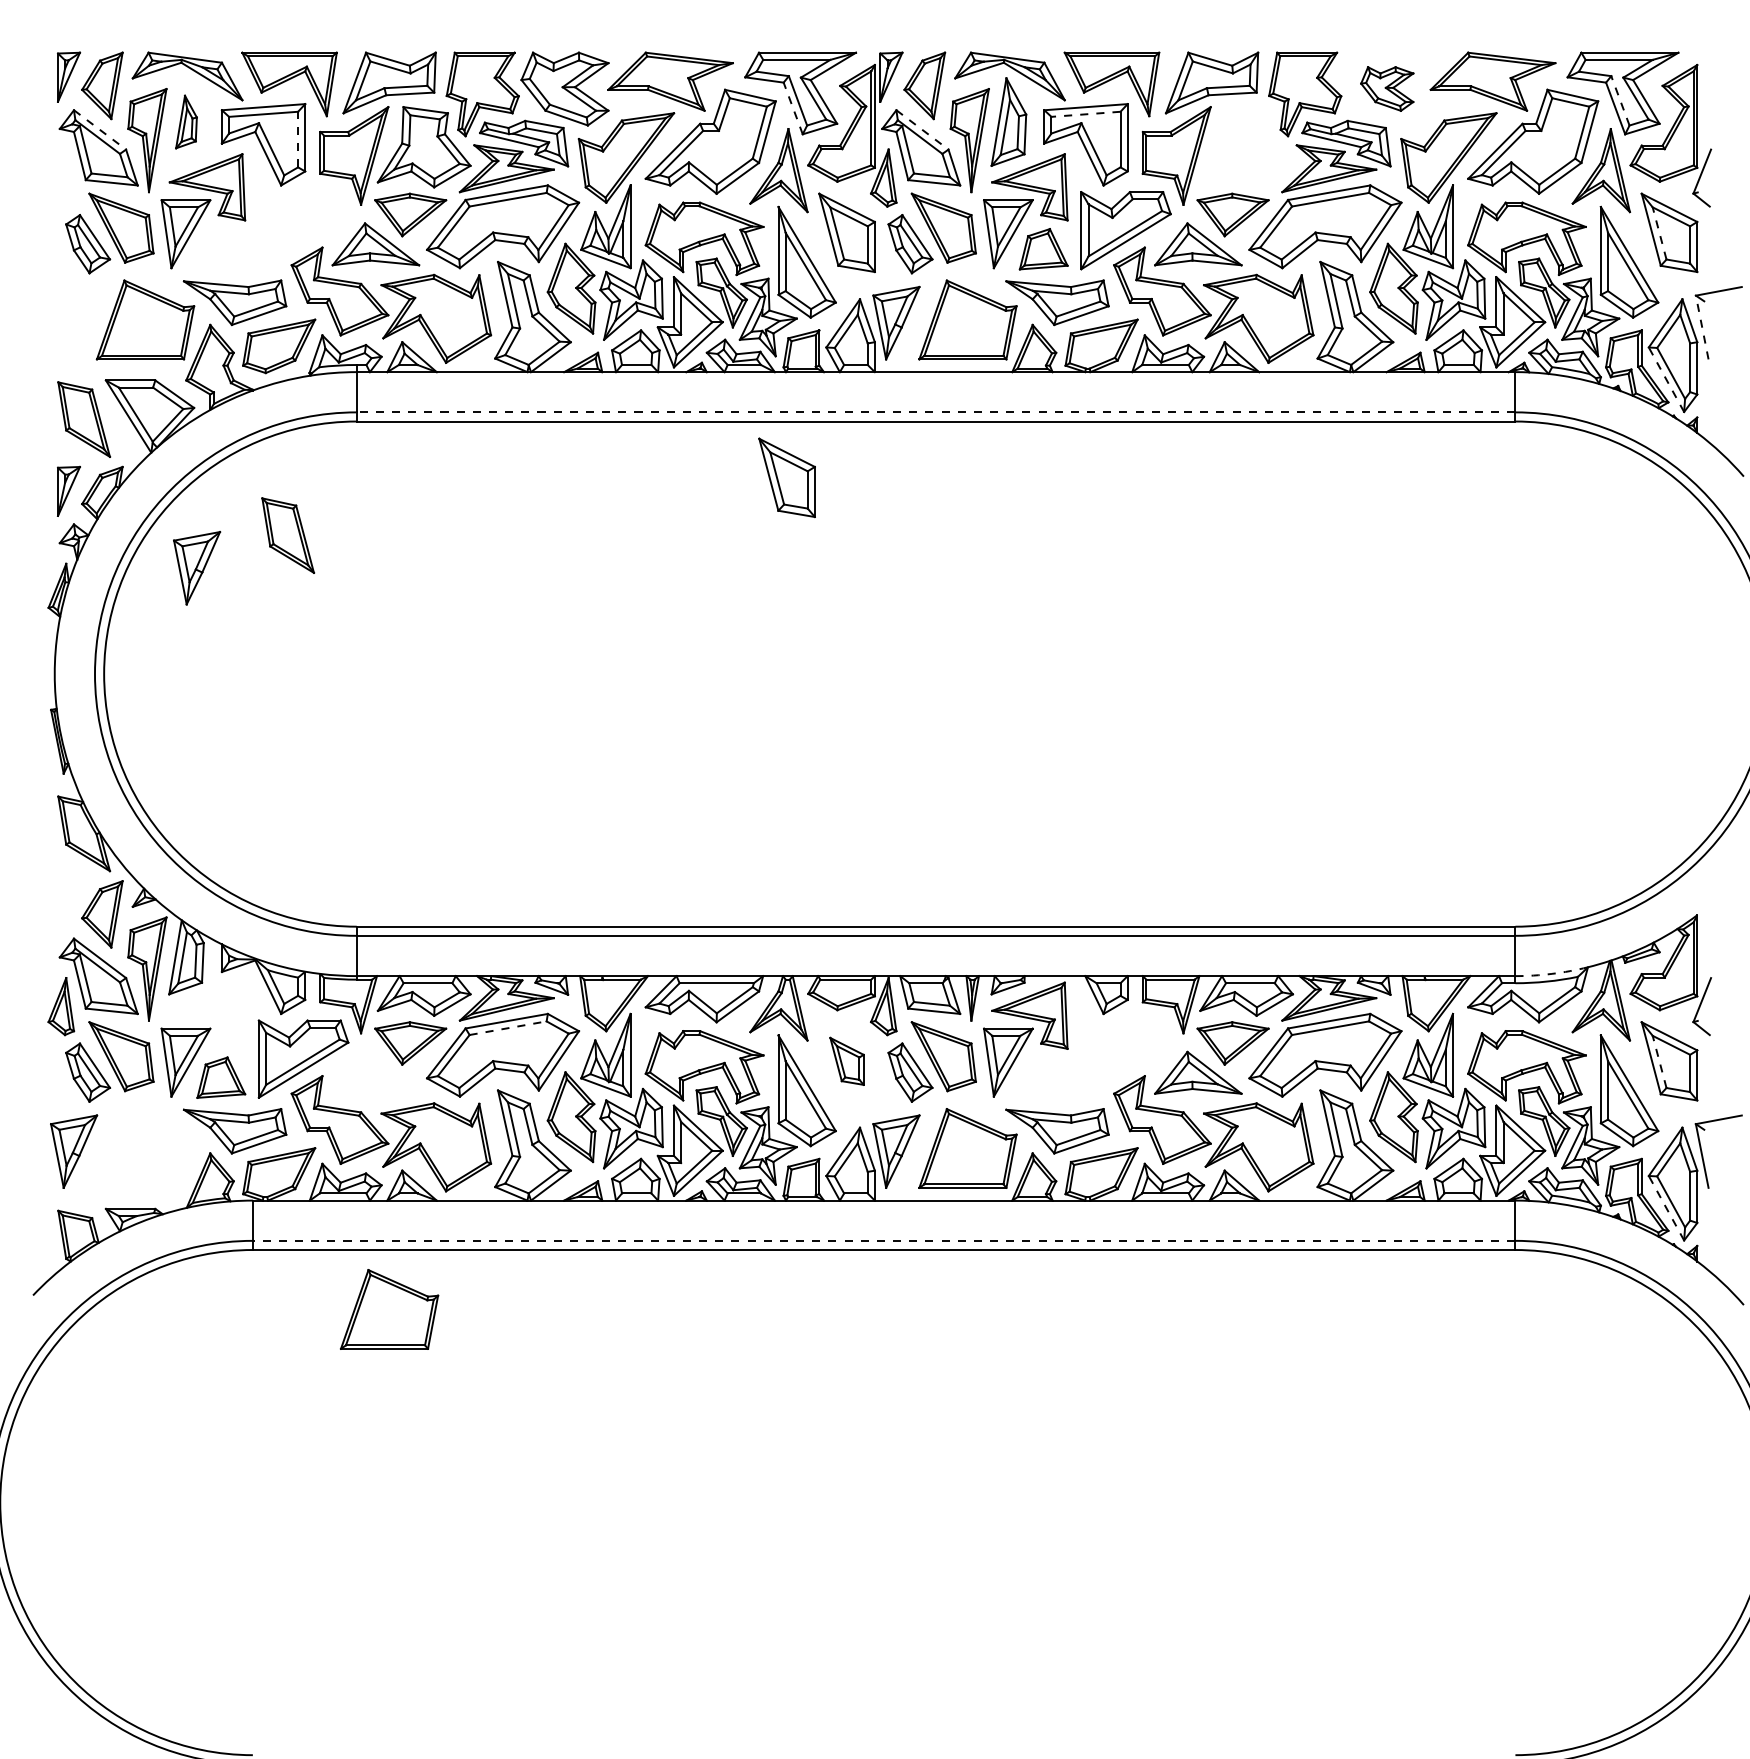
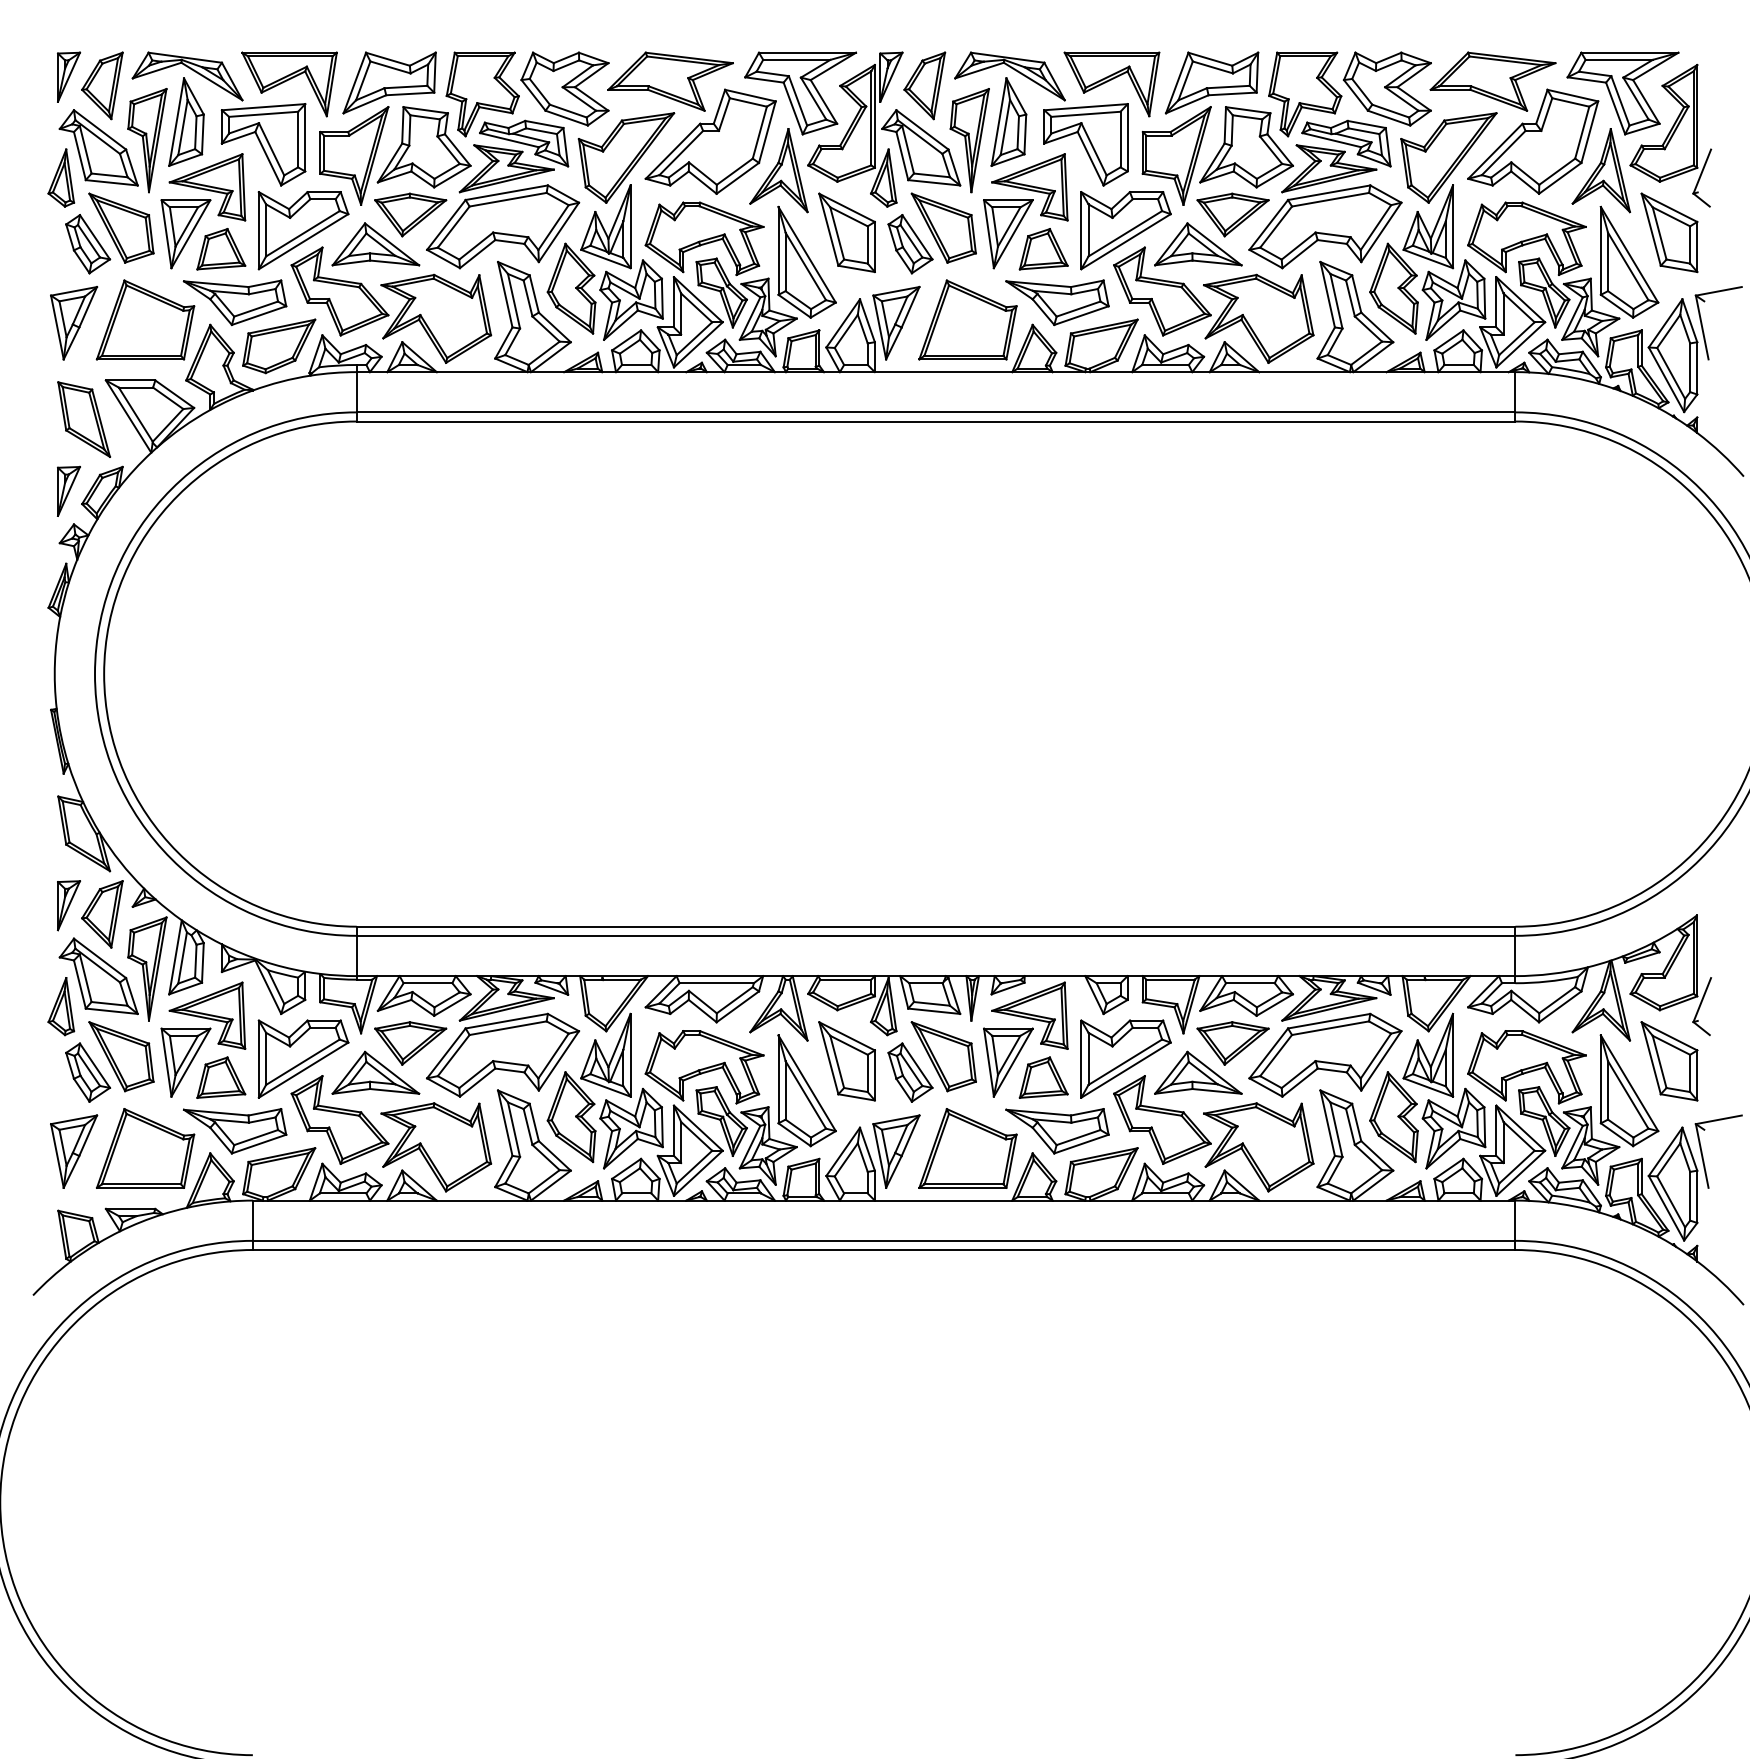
part at (1387, 88) size: 55x46 px -> 90x76 px
line at (1620, 100): dashed -> solid
line at (793, 108): dashed -> solid
line at (1086, 114): dashed -> solid
part at (186, 121) size: 23x56 px -> 37x90 px
line at (100, 129): dashed -> solid
line at (922, 129): dashed -> solid
line at (298, 139): dashed -> solid
part at (1246, 147): none -> present
part at (61, 177): none -> present
part at (303, 230): none -> present
line at (1659, 233): dashed -> solid
part at (221, 249): none -> present
line at (1702, 327): dashed -> solid
line at (1666, 379): dashed -> solid
line at (935, 412): dashed -> solid
part at (786, 477): present -> none
part at (288, 535): present -> none
part at (197, 568) position: (197, 568) -> (74, 323)
part at (69, 905): none -> present
arc at (1551, 973): dashed -> solid
part at (207, 1015): none -> present
line at (508, 1028): dashed -> solid
part at (1125, 1058): none -> present
part at (846, 1060) size: 36x50 px -> 58x81 px
line at (1659, 1061): dashed -> solid
part at (375, 1072): none -> present
part at (1043, 1077): none -> present
line at (1666, 1208): dashed -> solid
line at (883, 1240): dashed -> solid
part at (389, 1309) position: (389, 1309) -> (145, 1148)
